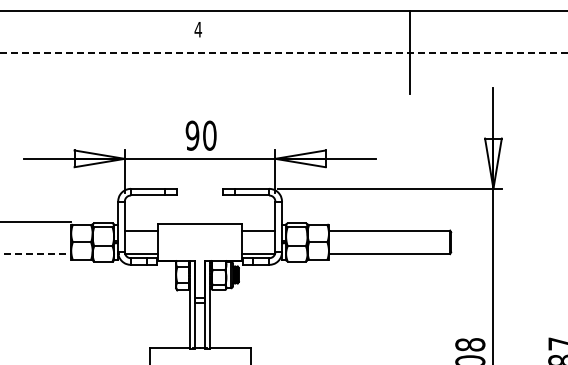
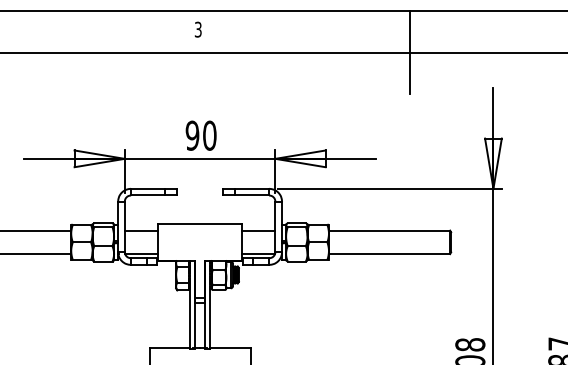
text at (198, 29): 4 -> 3
line at (283, 52): dashed -> solid
line at (36, 221) position: (36, 221) -> (36, 230)
line at (36, 254): dashed -> solid
